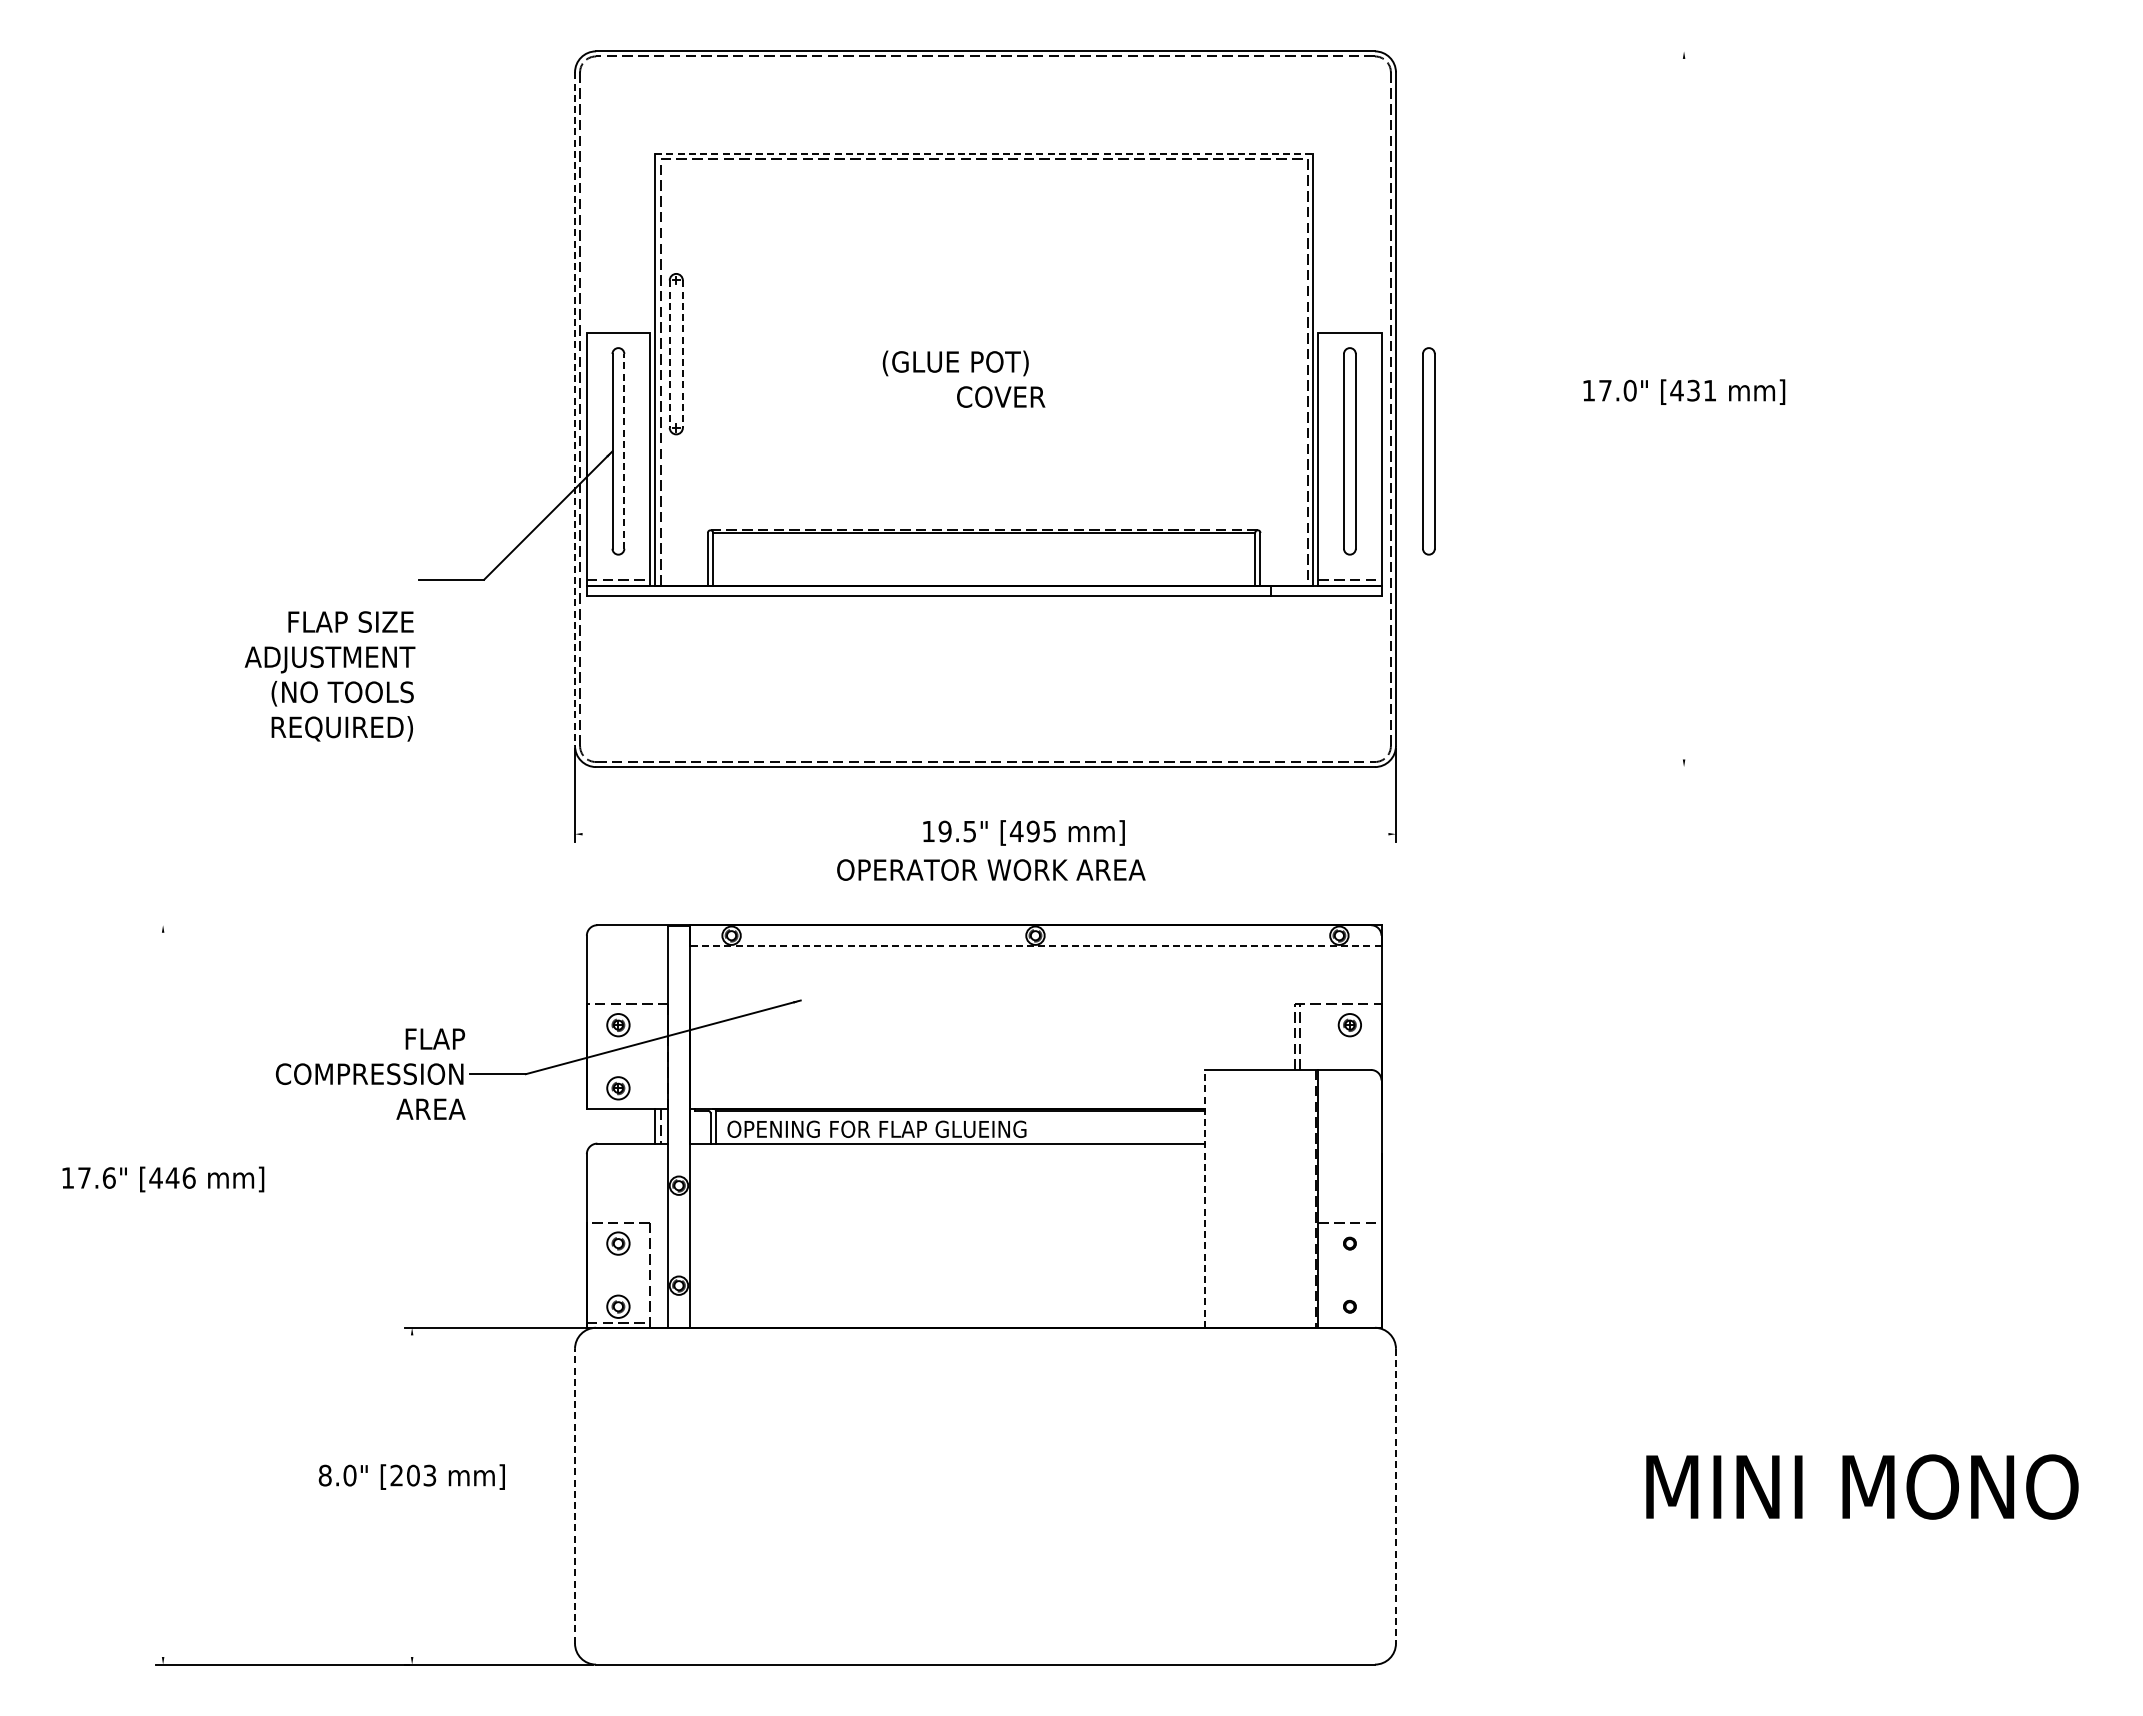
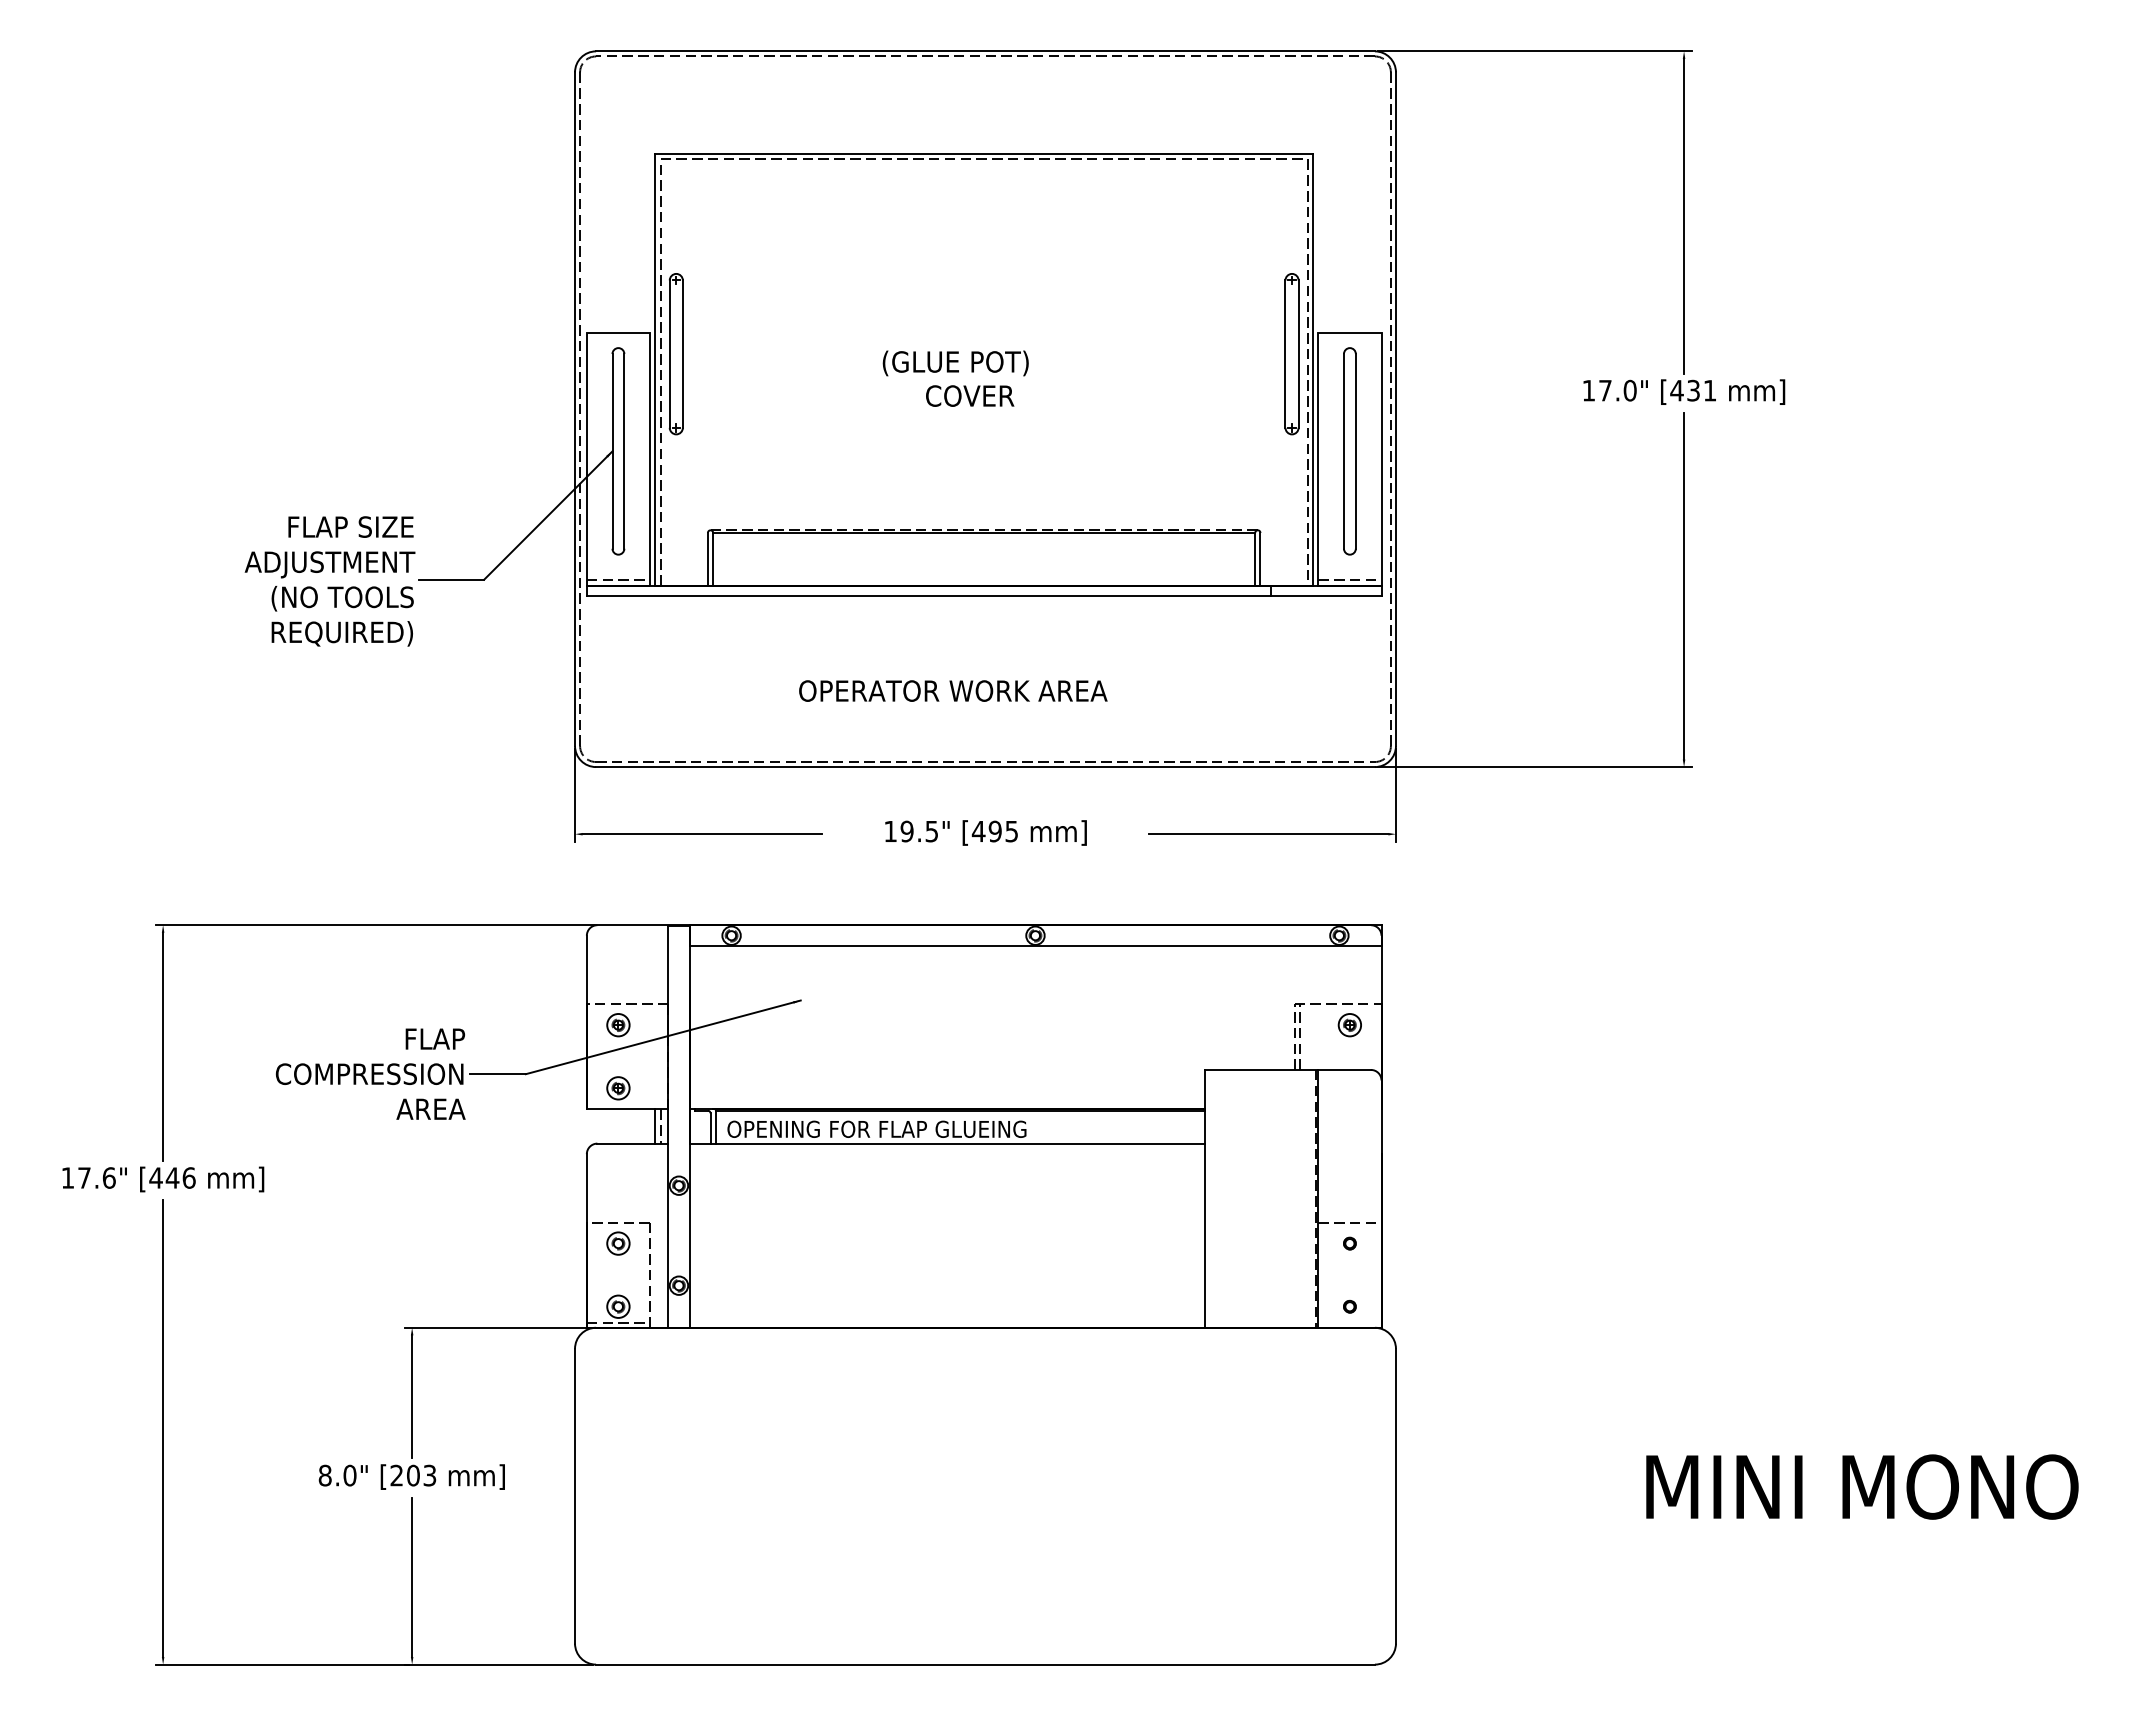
line at (1534, 51): none -> present
line at (984, 154): dashed -> solid
line at (1684, 215): none -> present
line at (669, 354): dashed -> solid
line at (682, 354): dashed -> solid
part at (1291, 354): none -> present
text at (1001, 396) position: (1001, 396) -> (970, 395)
line at (575, 409): dashed -> solid
line at (624, 450): dashed -> solid
part at (1428, 451): present -> none
line at (1684, 586): none -> present
text at (329, 676) position: (329, 676) -> (329, 581)
line at (1534, 767): none -> present
text at (1023, 832) position: (1023, 832) -> (985, 832)
line at (702, 834): none -> present
line at (1268, 834): none -> present
text at (991, 869) position: (991, 869) -> (953, 690)
line at (374, 925): none -> present
line at (1034, 946): dashed -> solid
line at (163, 1046): none -> present
line at (1205, 1198): dashed -> solid
line at (412, 1396): none -> present
line at (163, 1428): none -> present
line at (575, 1495): dashed -> solid
line at (1395, 1496): dashed -> solid
line at (412, 1577): none -> present
